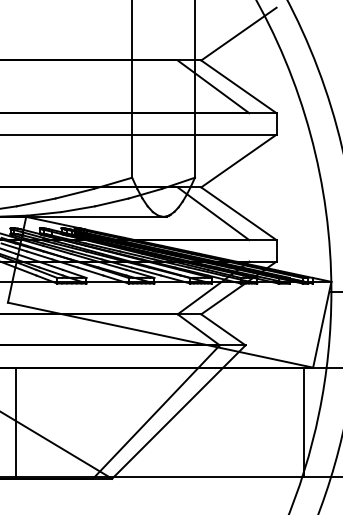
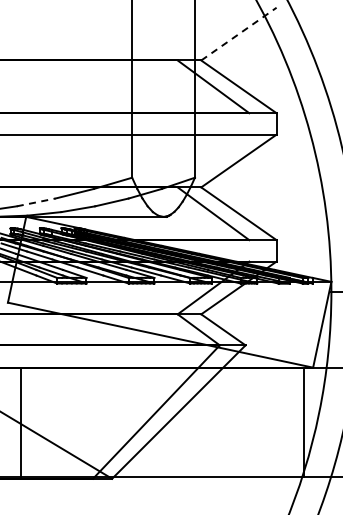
line at (238, 34): solid -> dashed
line at (36, 202): solid -> dashed
line at (16, 422) position: (16, 422) -> (21, 422)
